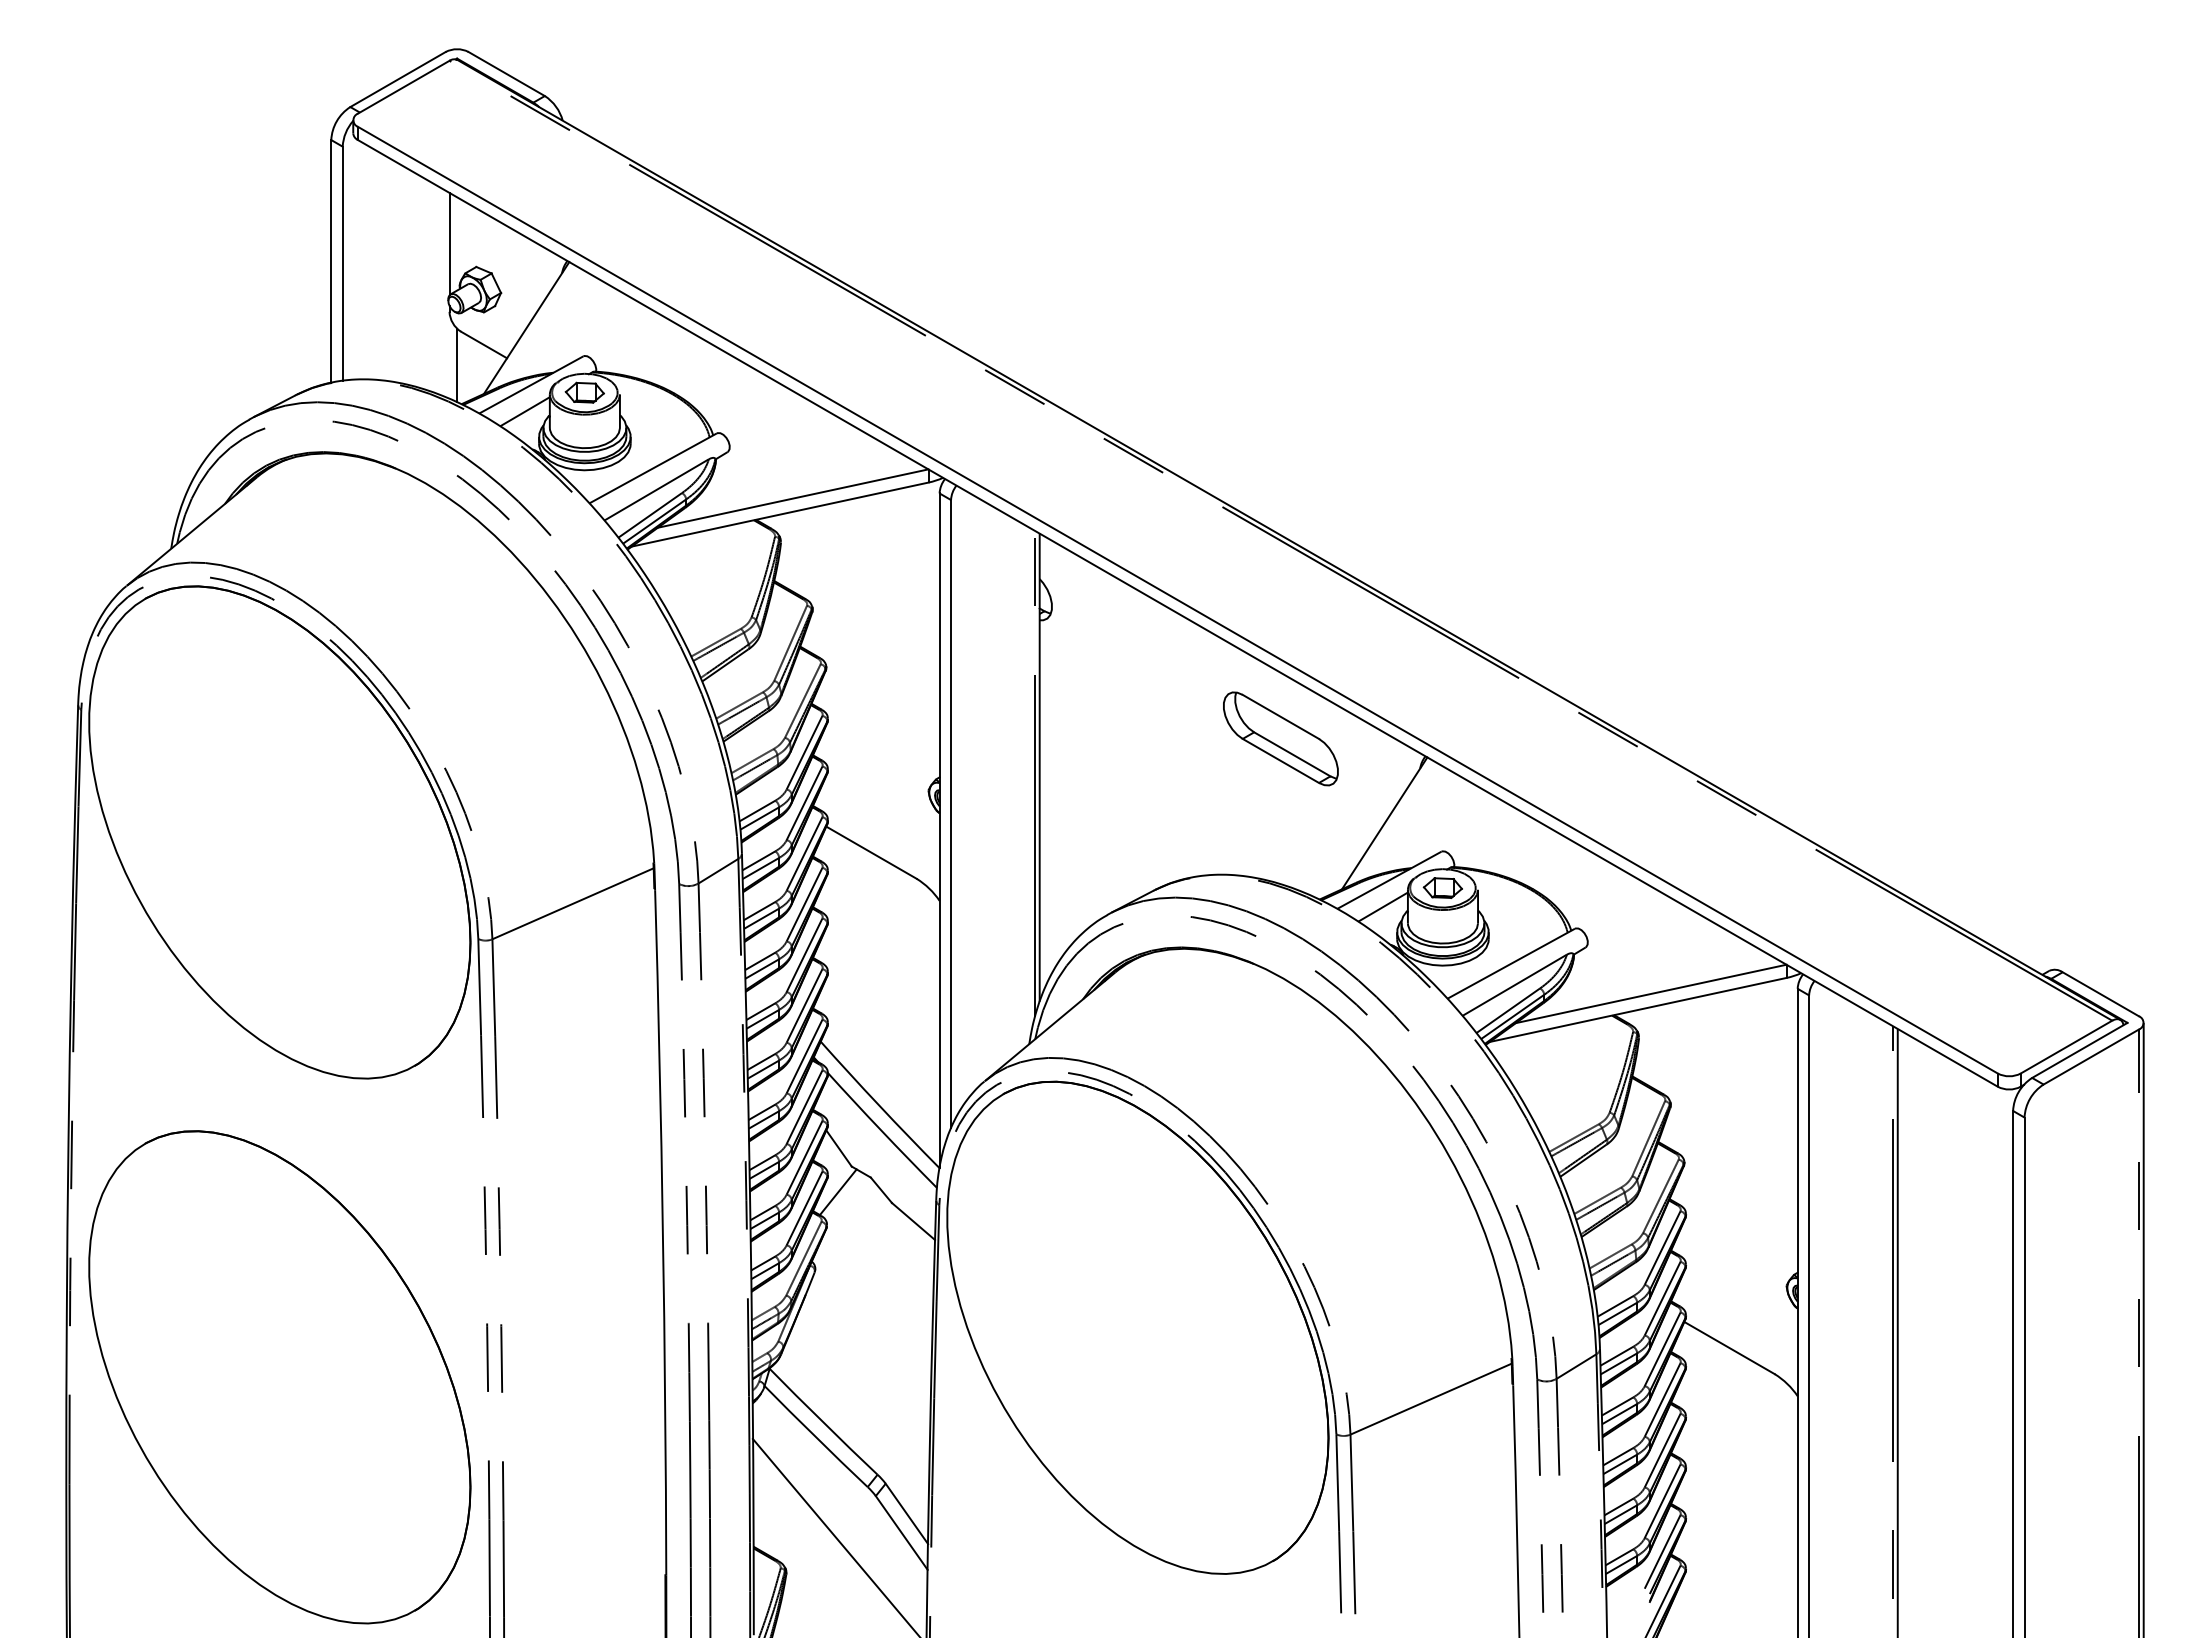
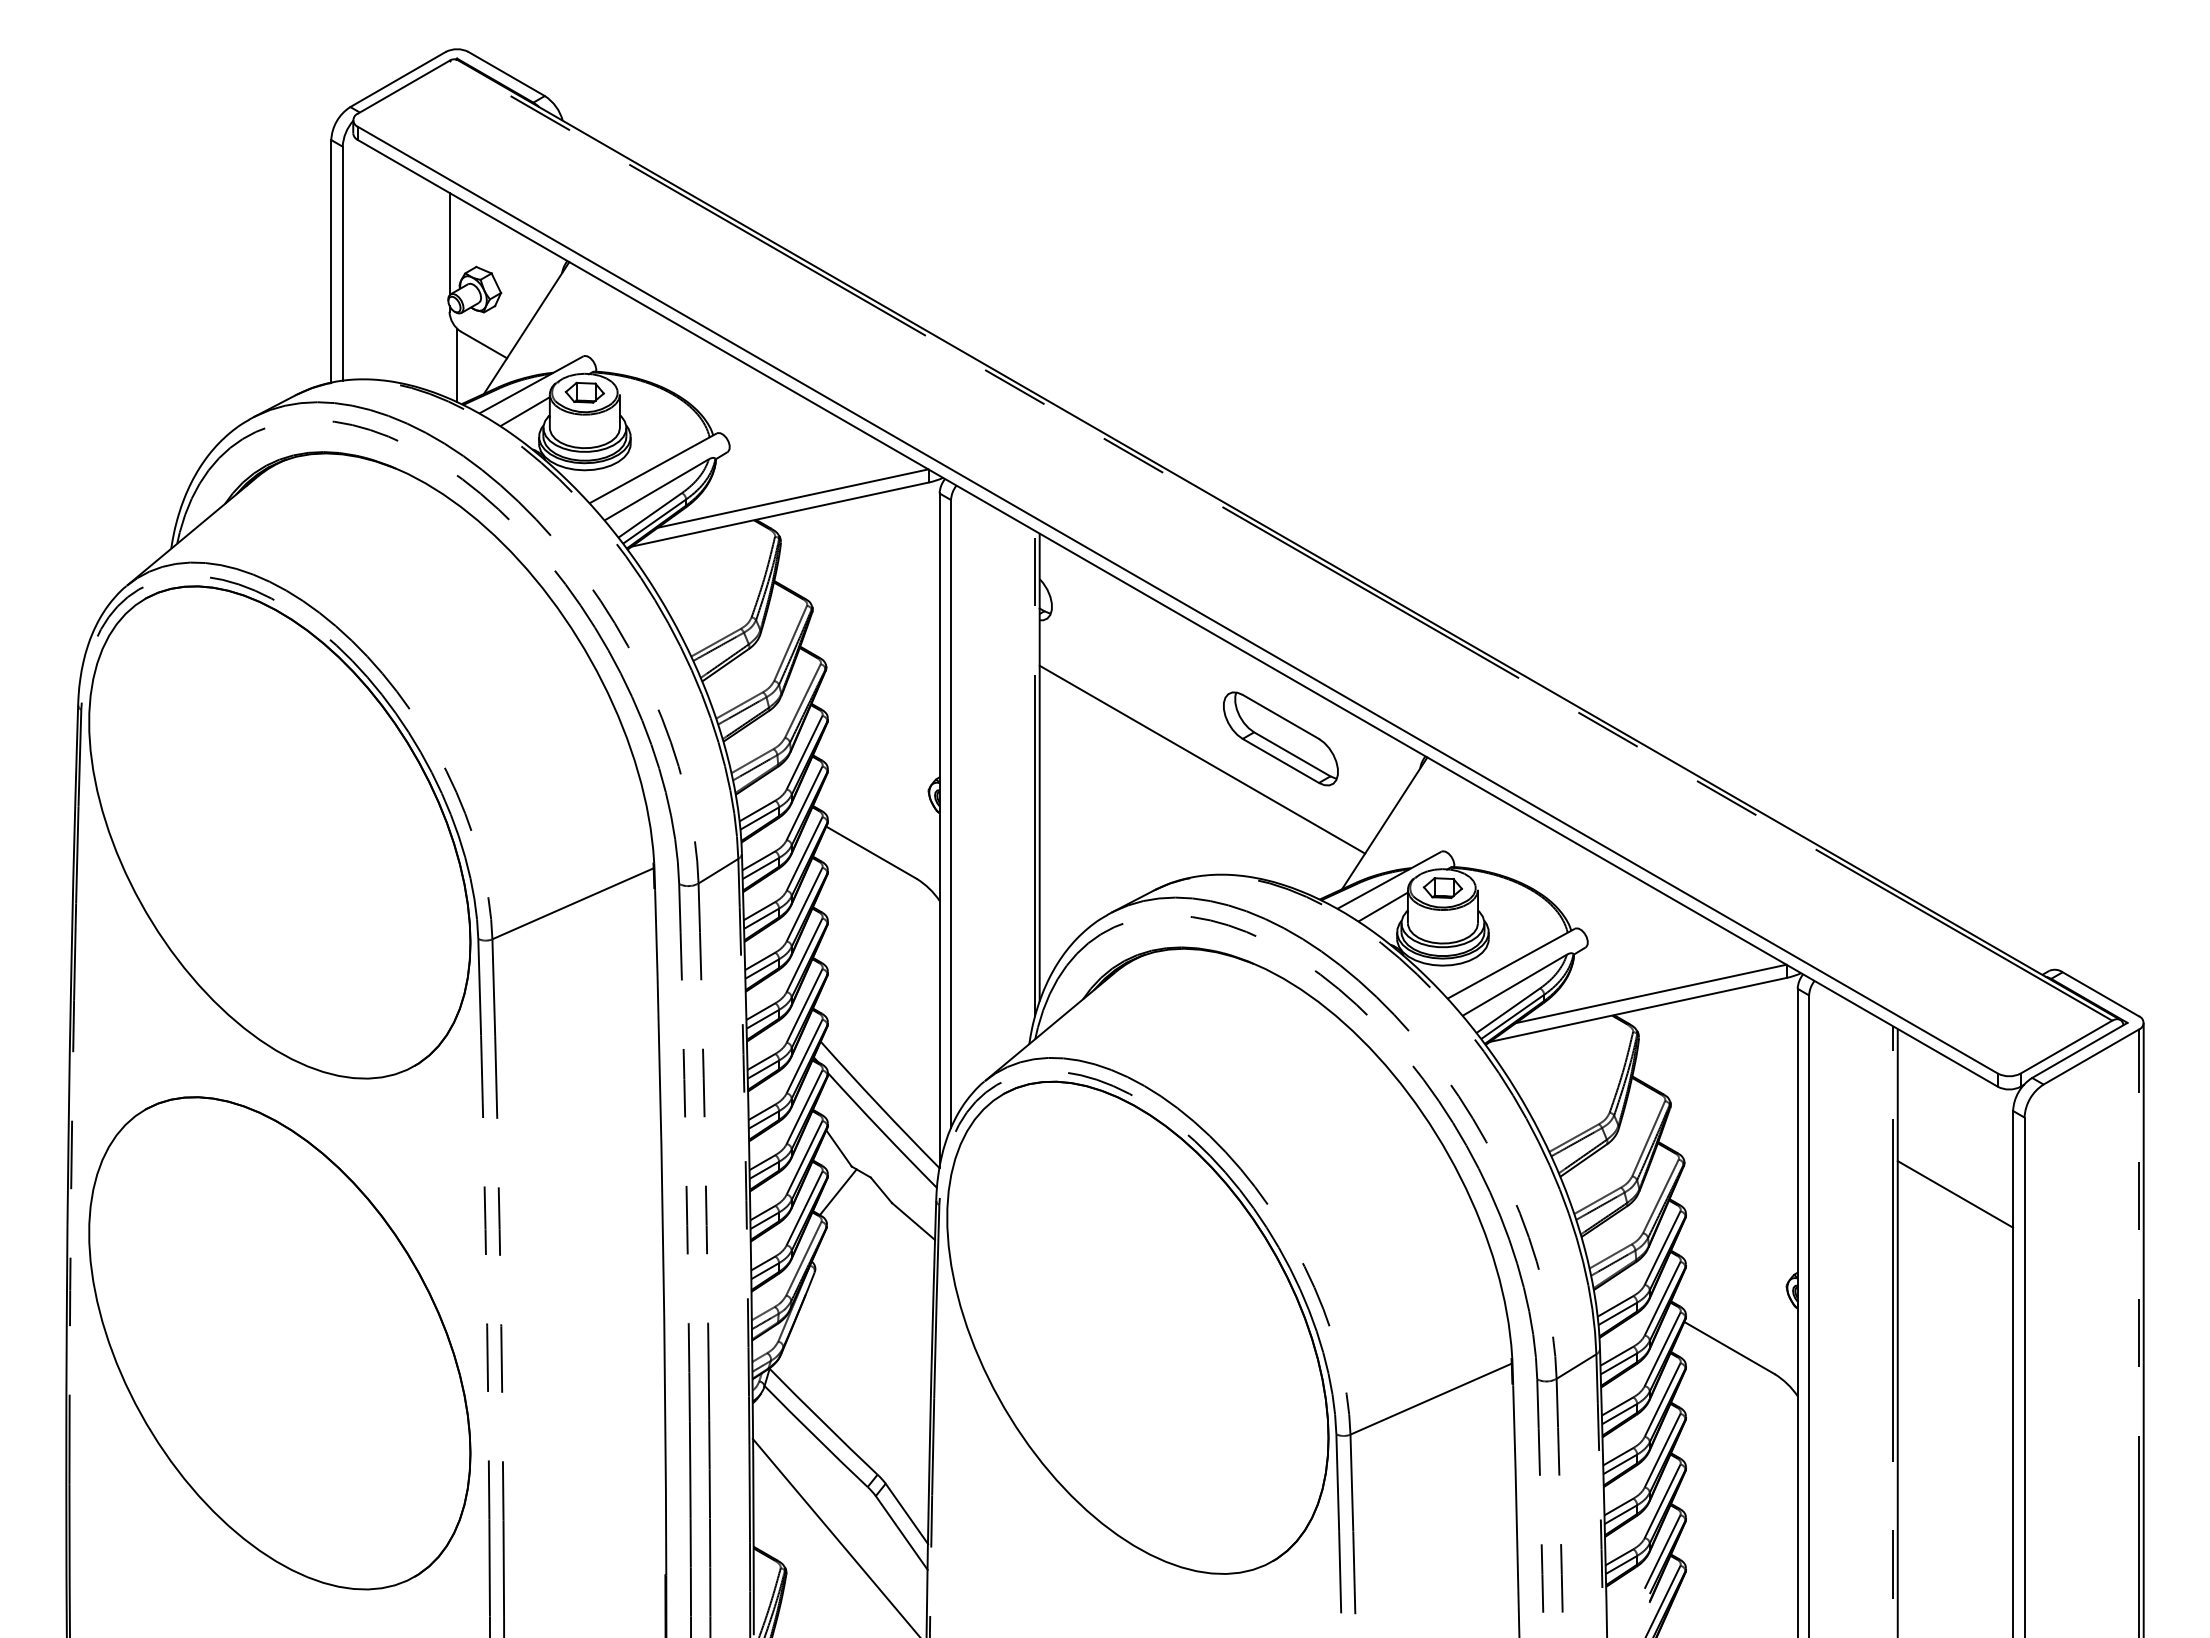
line at (1202, 759): none -> present
line at (1955, 1194): none -> present
part at (279, 1377) position: (279, 1377) -> (279, 1343)
